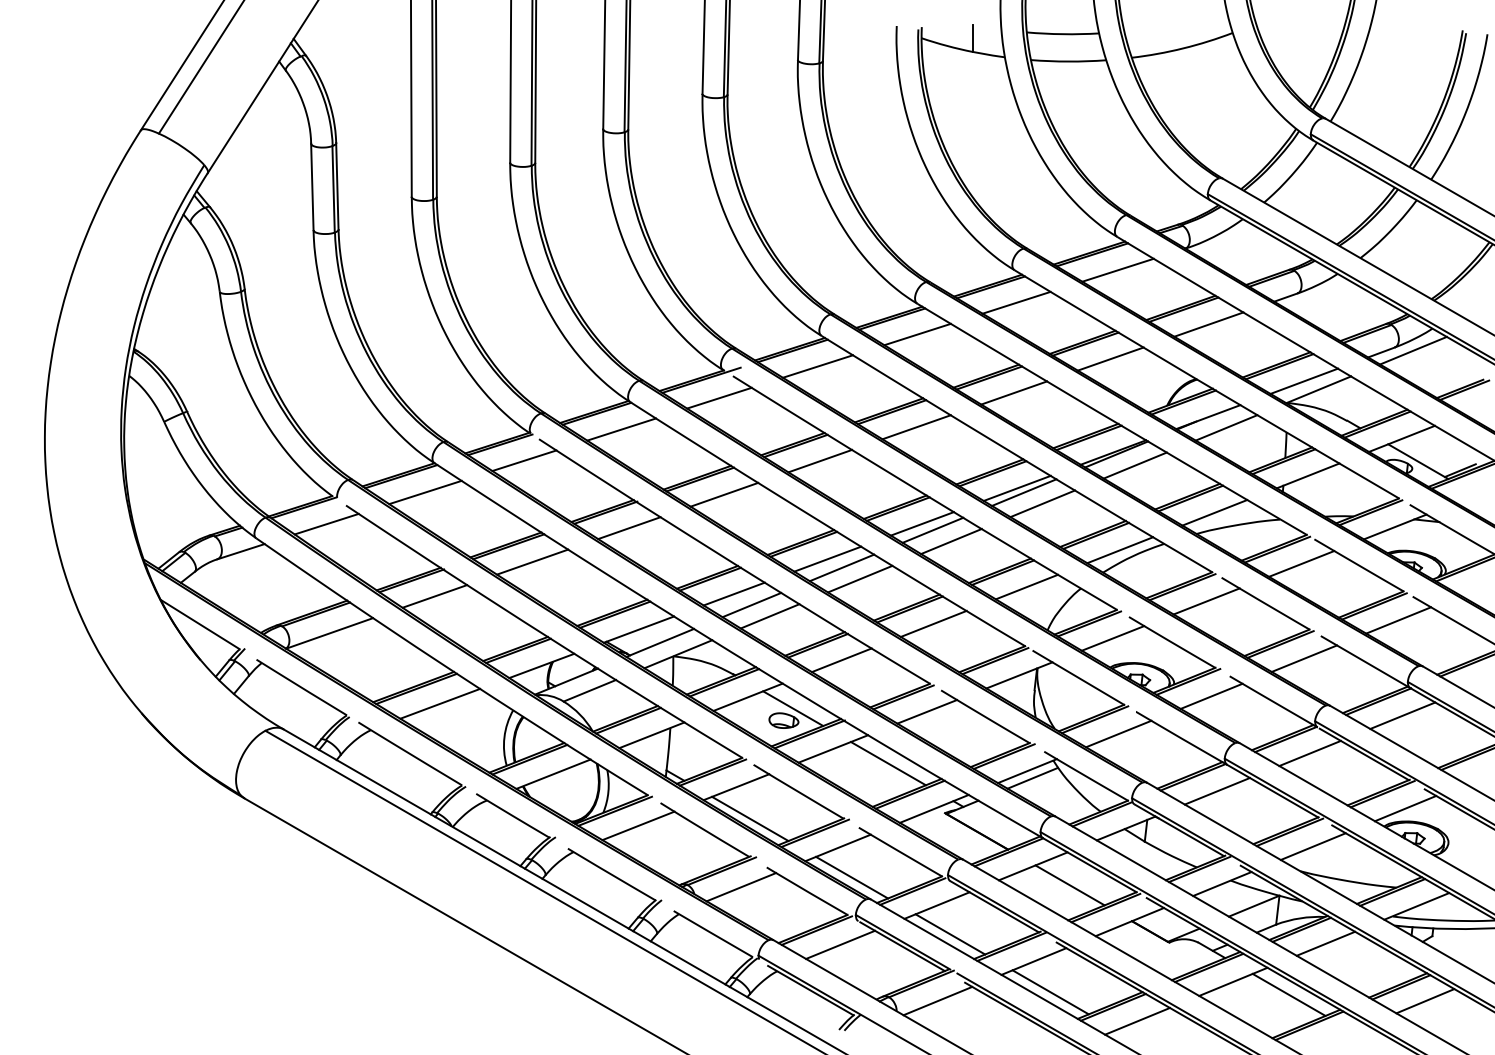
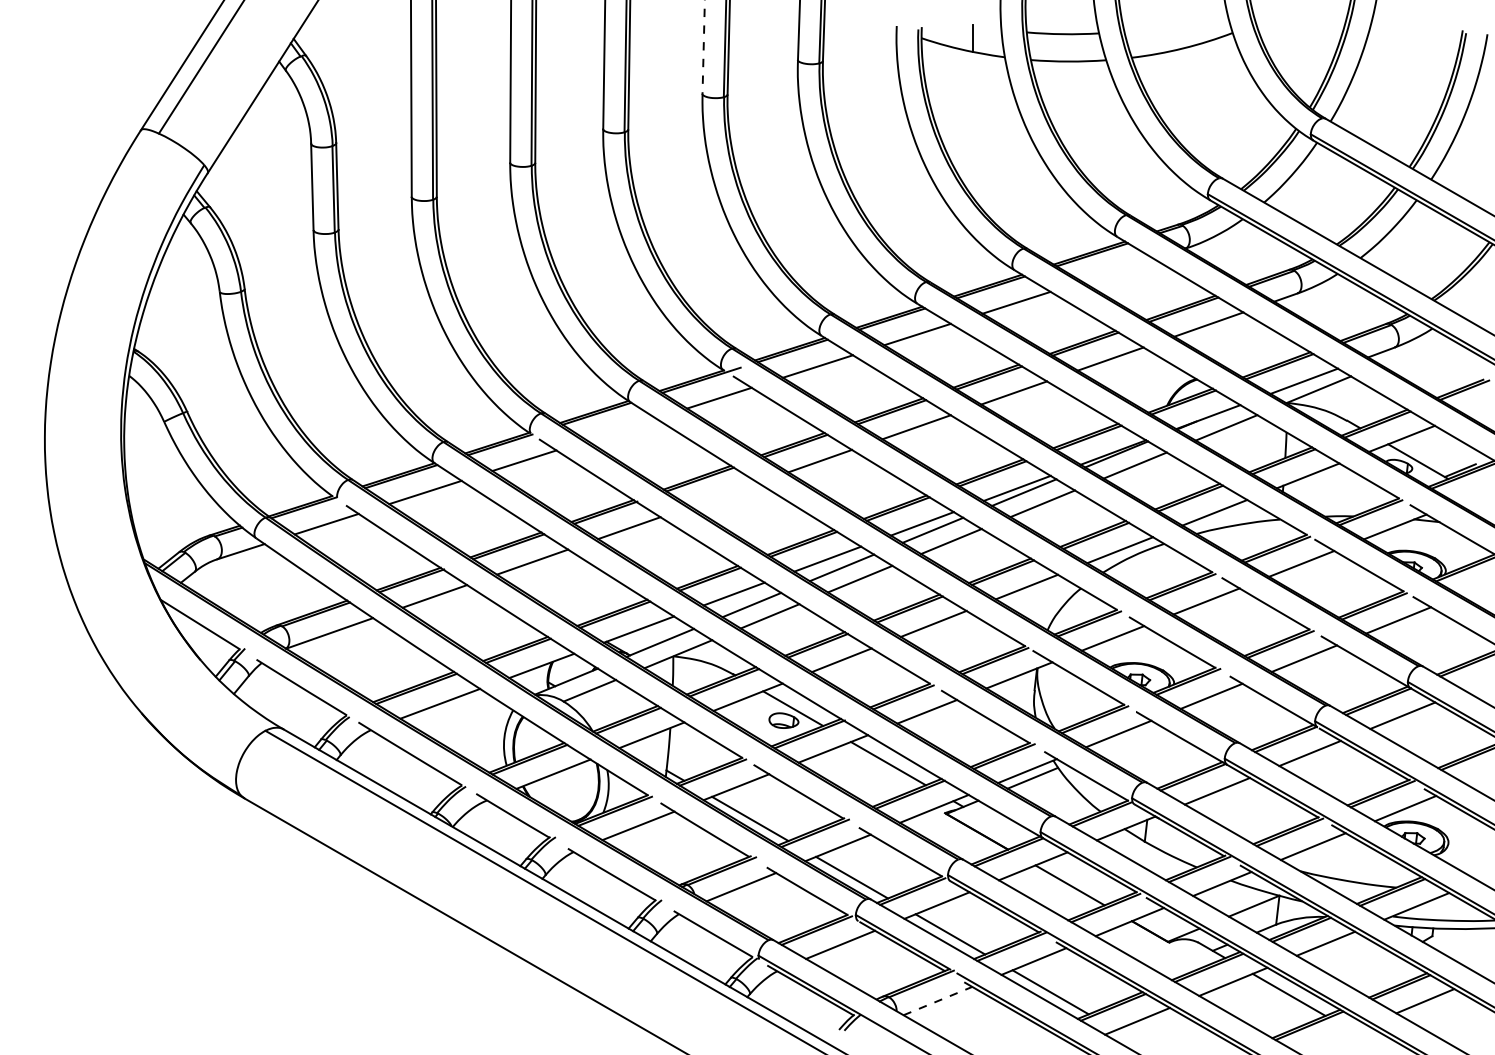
line at (703, 47): solid -> dashed
line at (1117, 269): present -> none
line at (1413, 350): present -> none
line at (621, 429): present -> none
line at (724, 494): present -> none
line at (938, 1000): solid -> dashed
